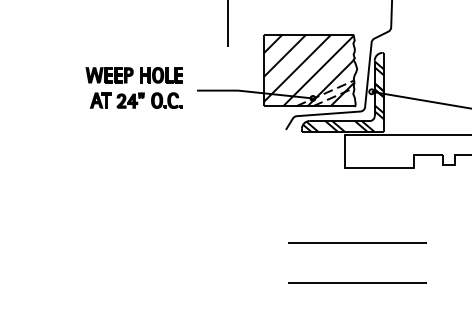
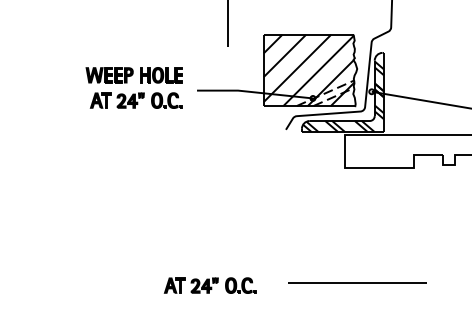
line at (357, 242): present -> none
part at (209, 285): none -> present
